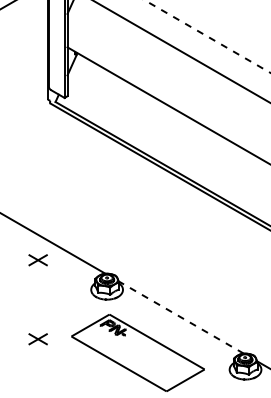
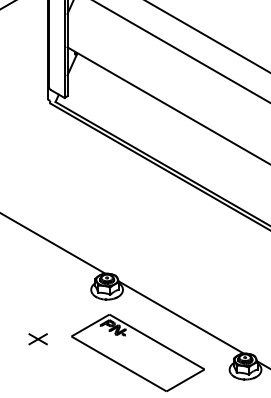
line at (207, 36): dashed -> solid
part at (37, 260): present -> none
line at (180, 317): dashed -> solid
